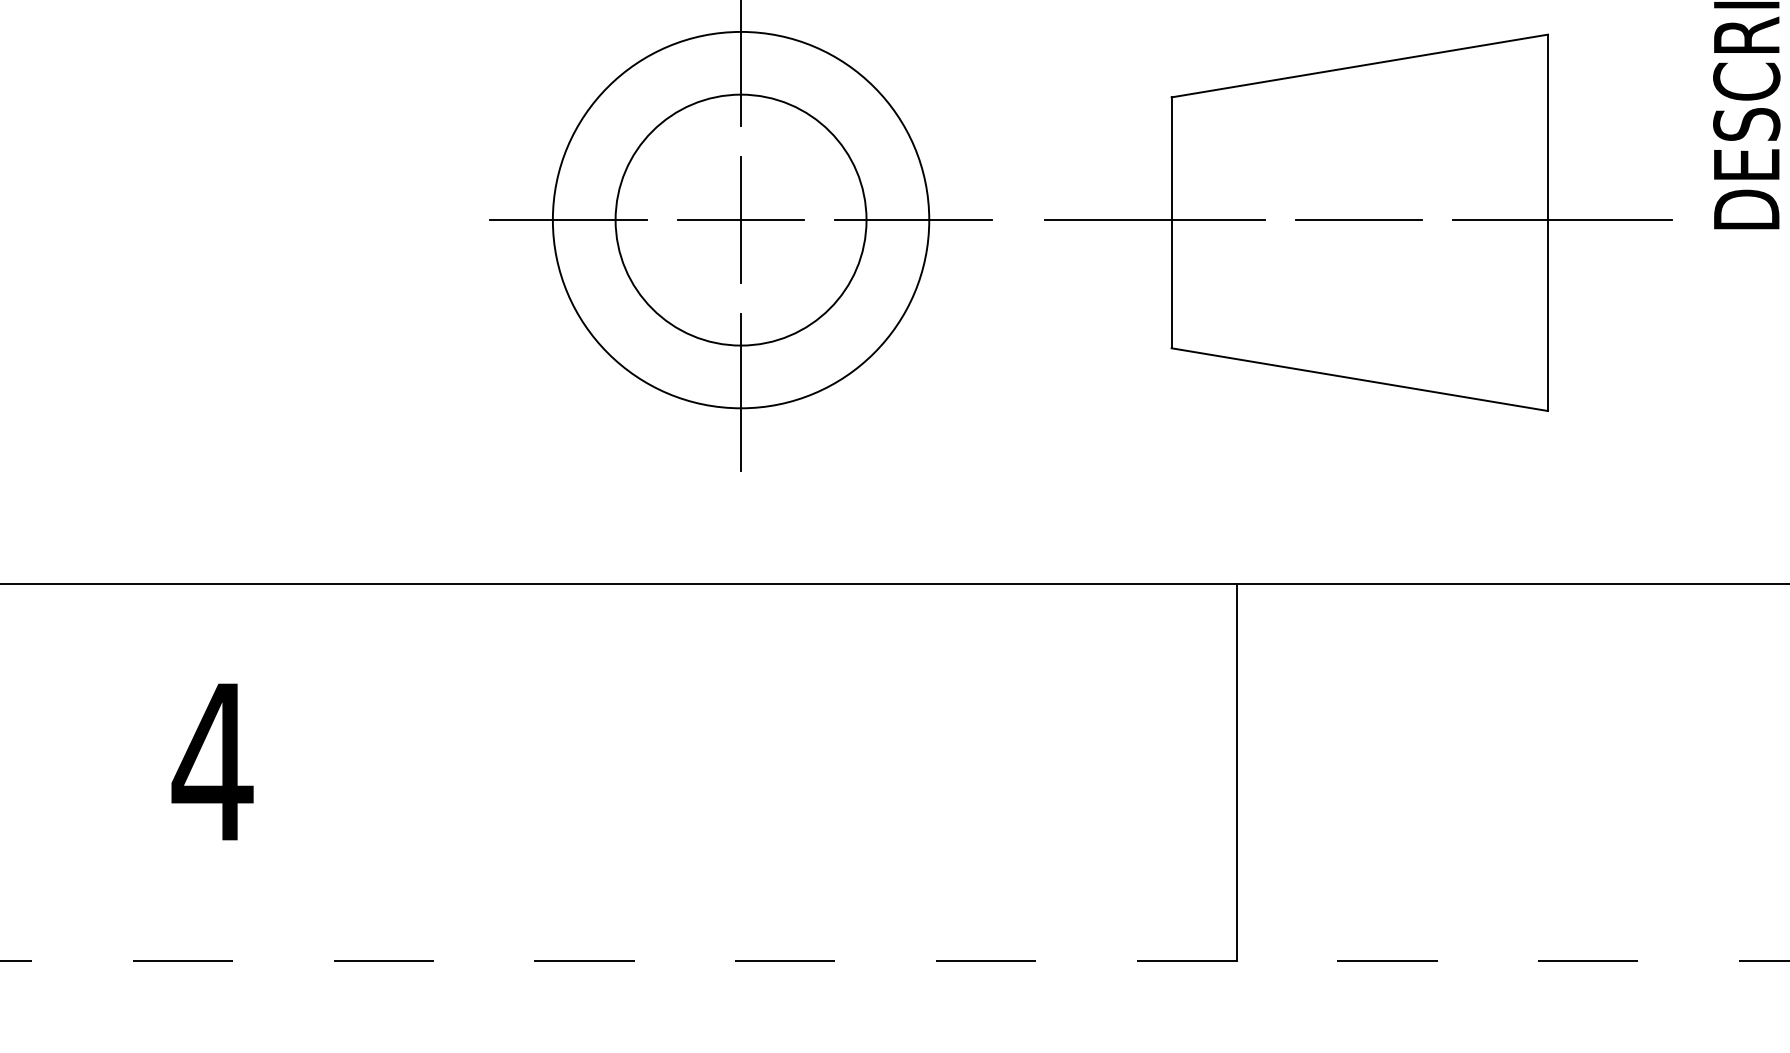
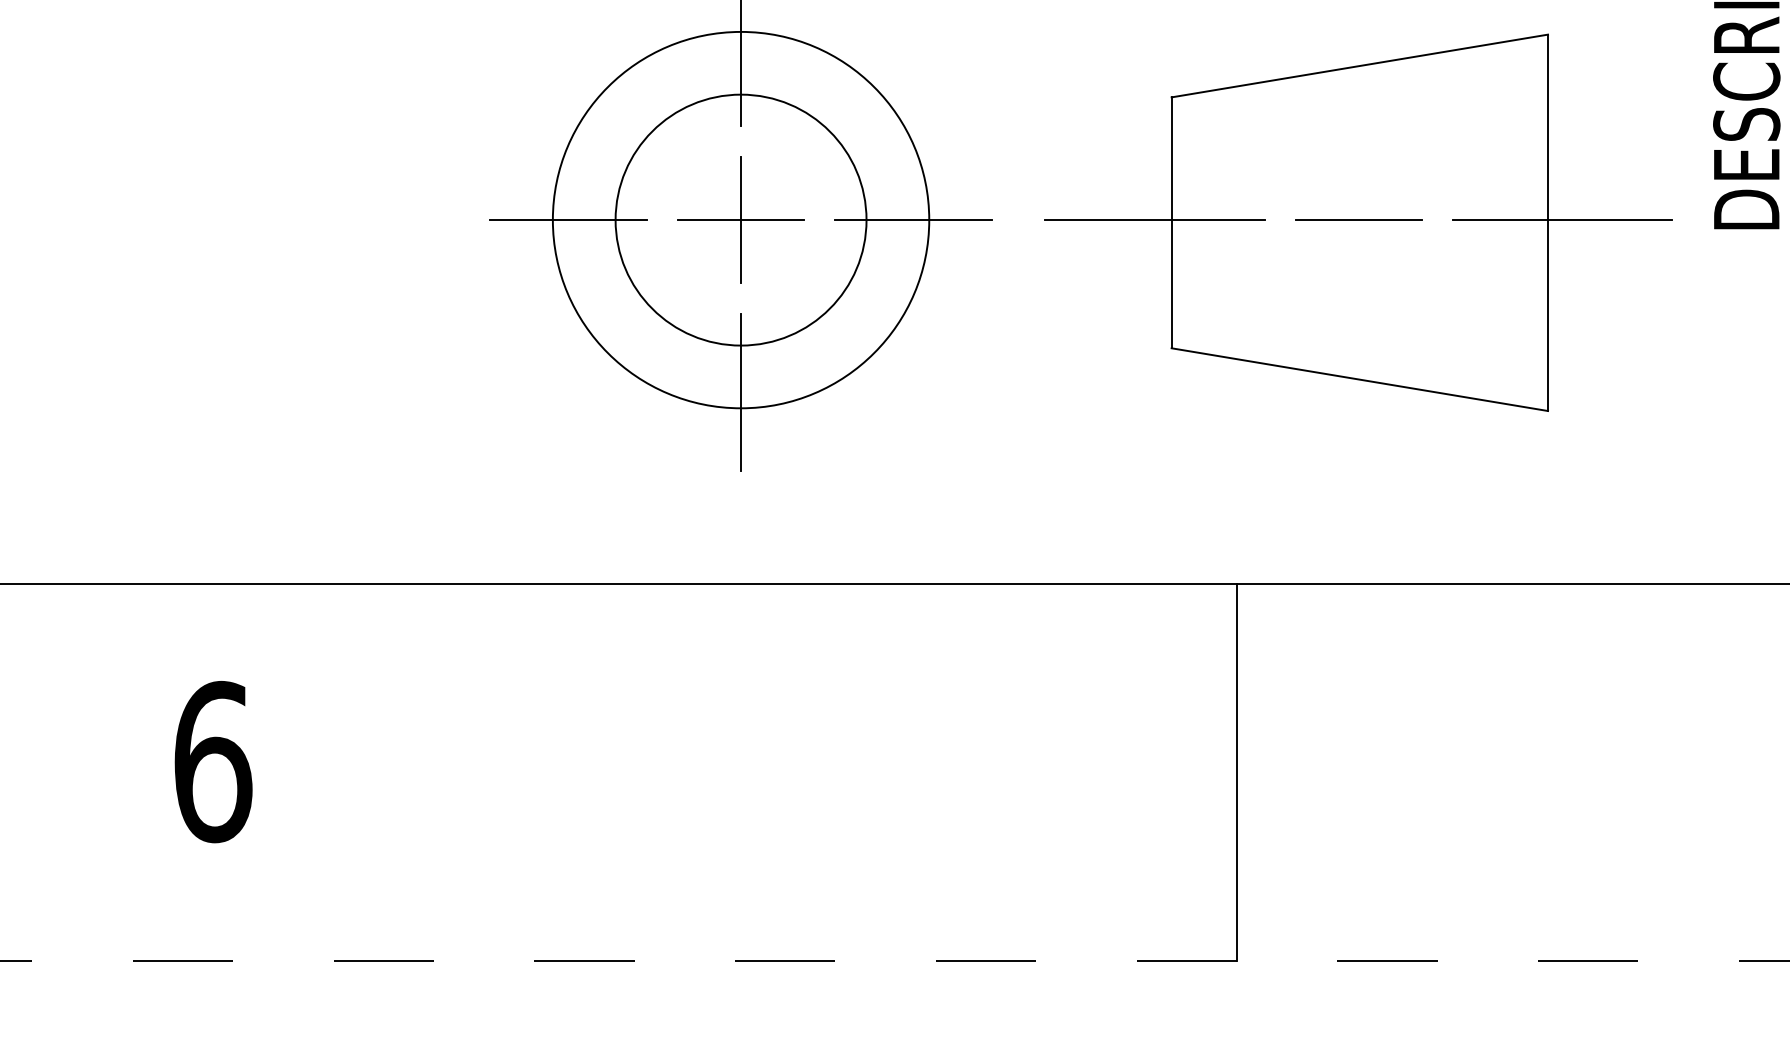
text at (212, 761): 4 -> 6
